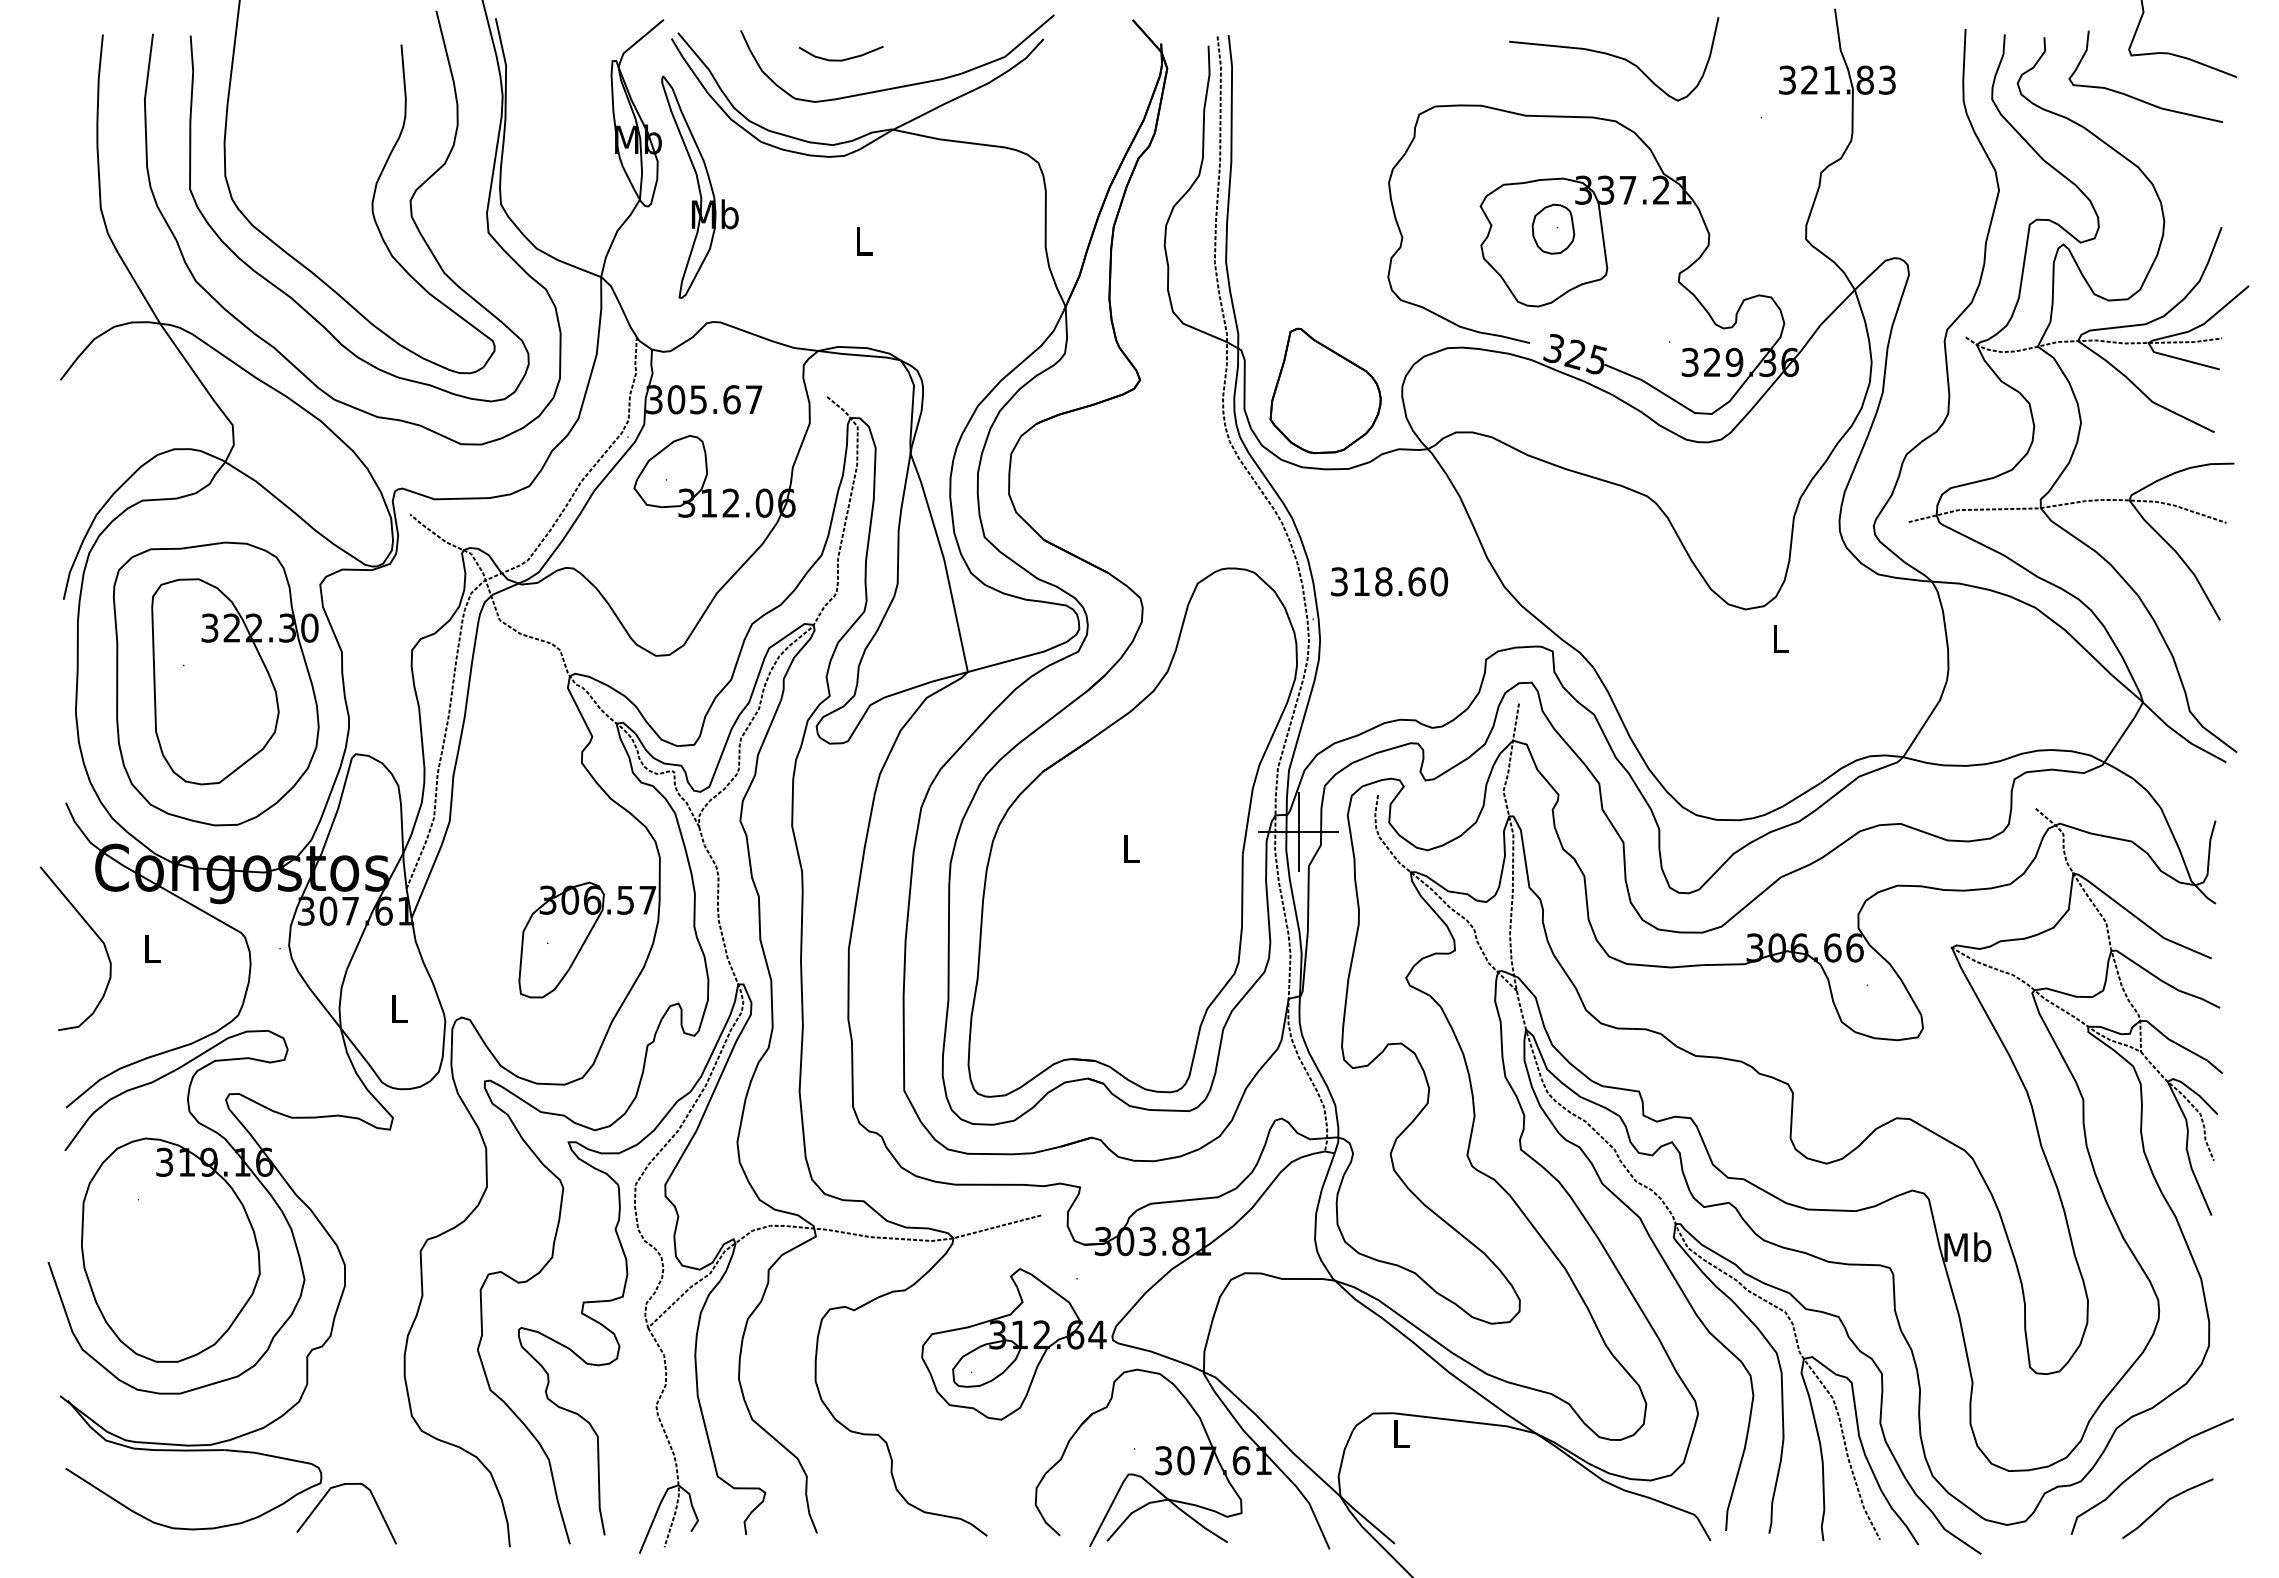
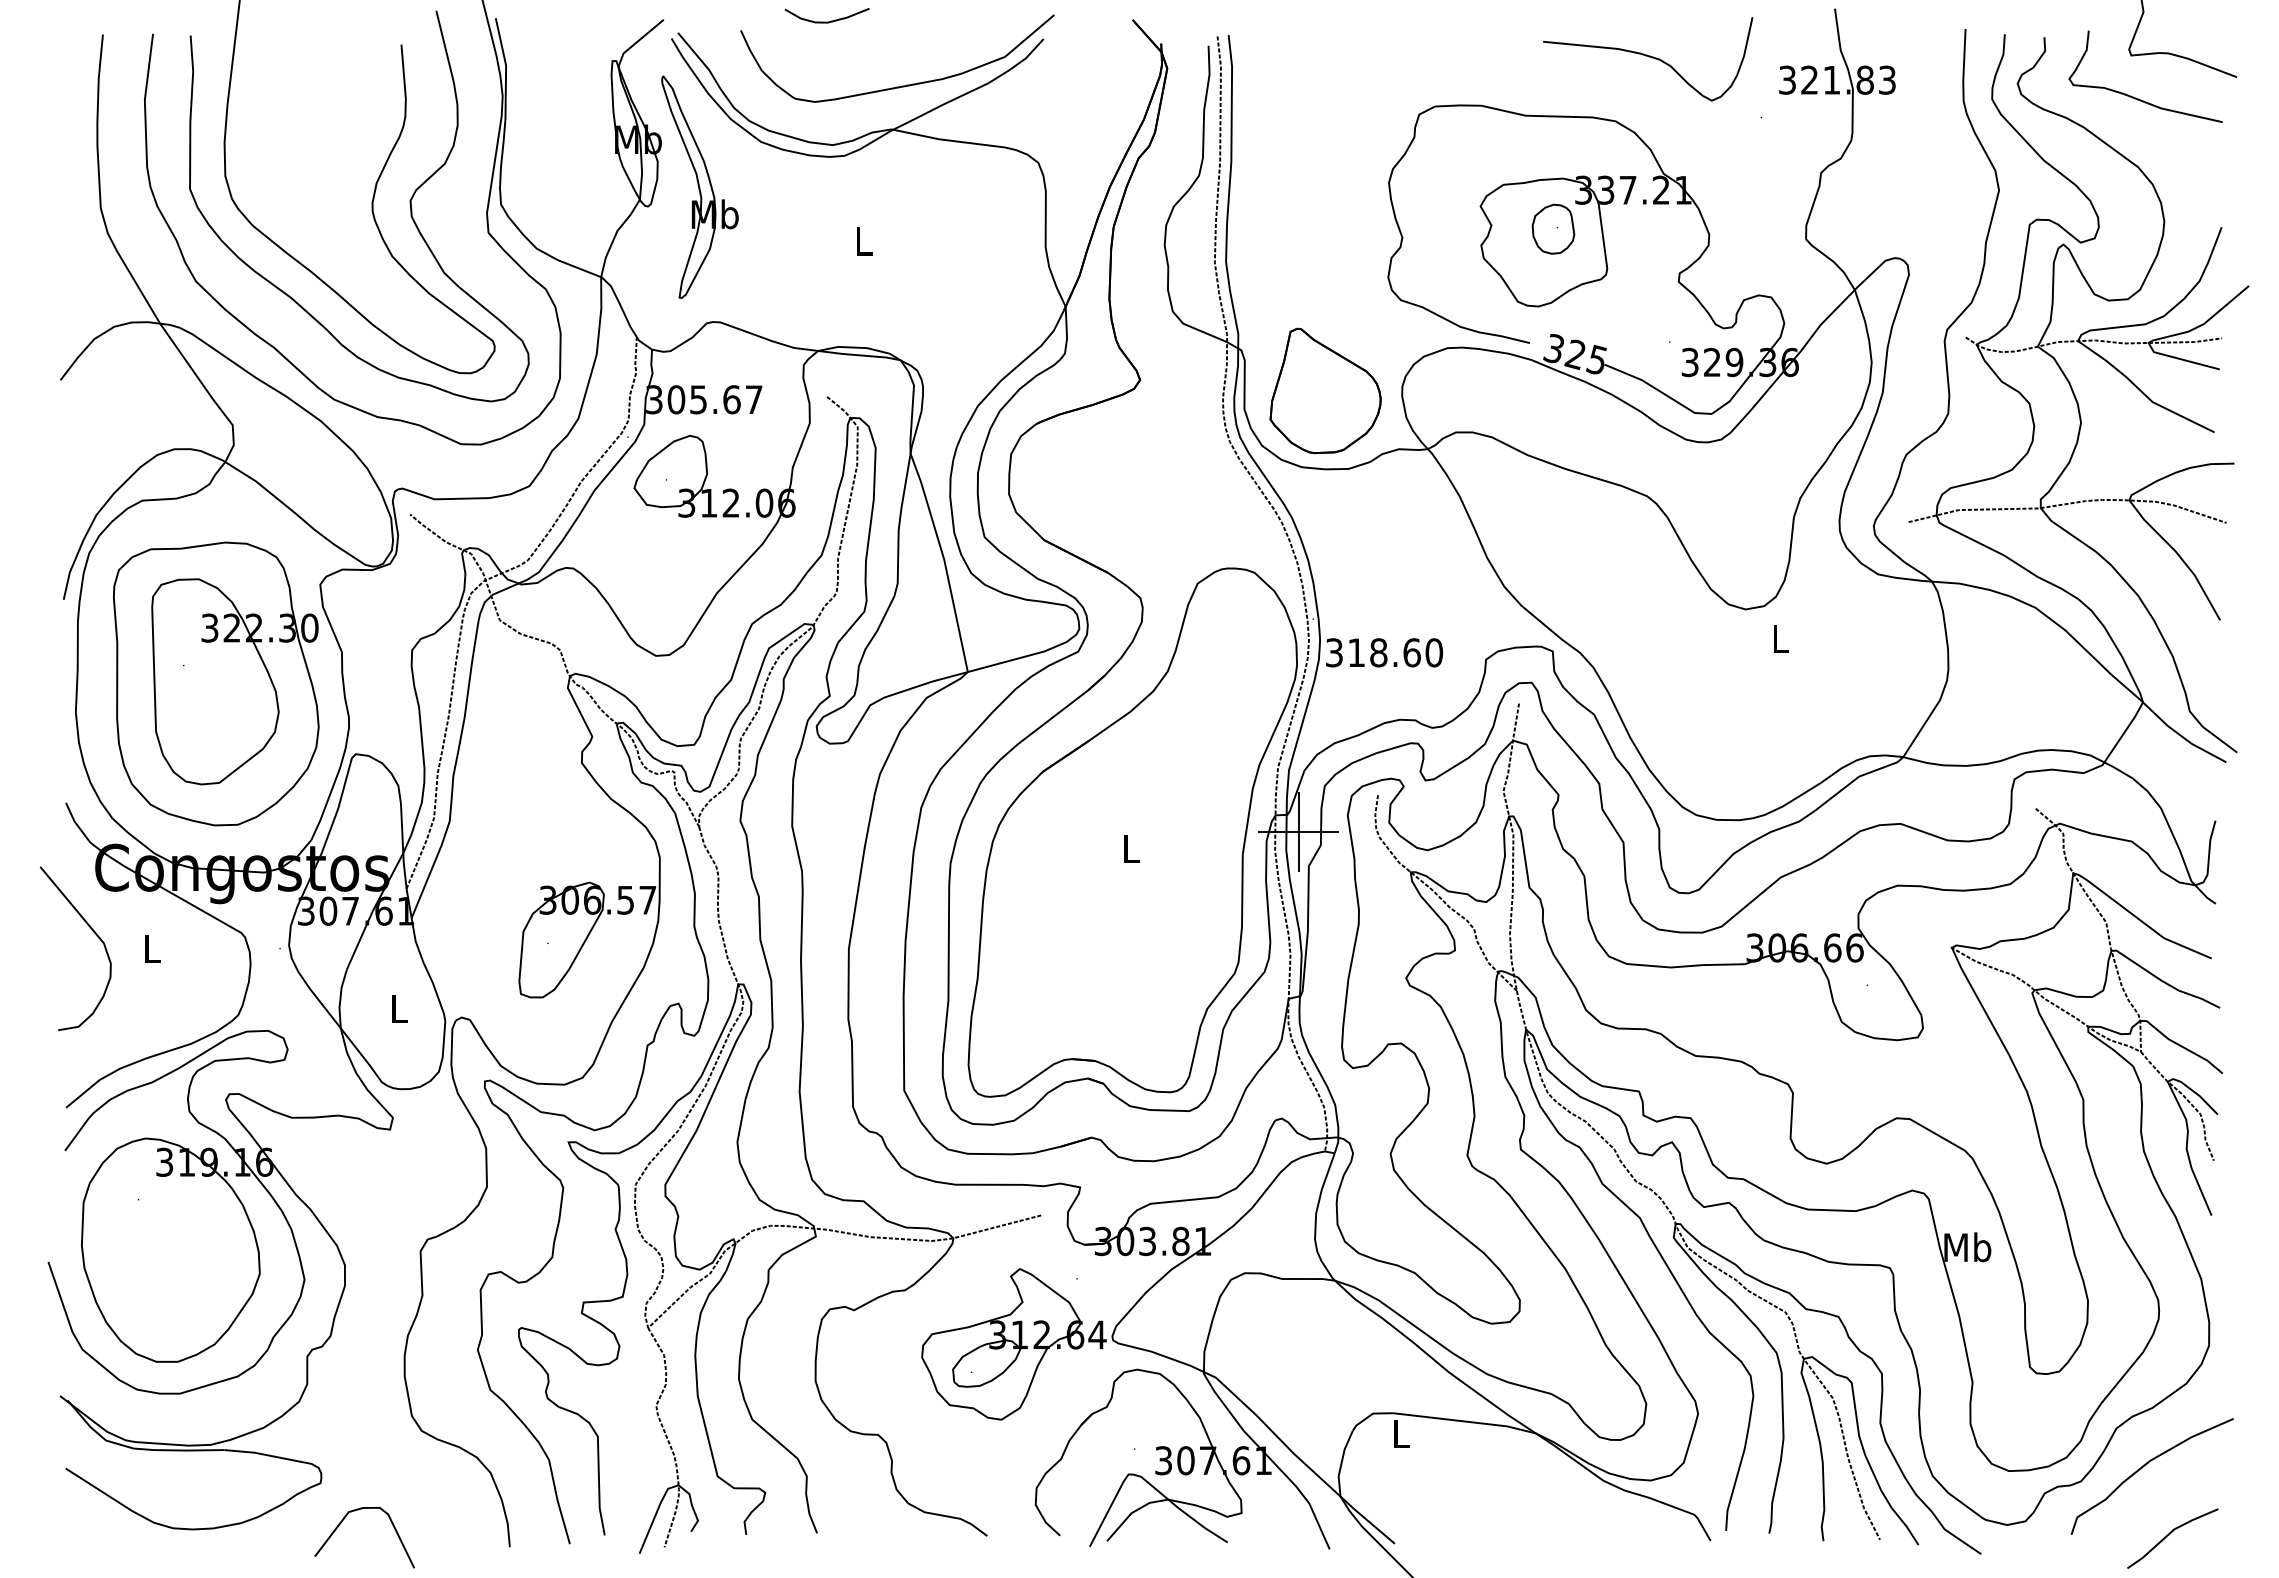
curve at (1614, 57) position: (1614, 57) -> (1648, 57)
curve at (840, 59) position: (840, 59) -> (826, 21)
text at (1389, 581) position: (1389, 581) -> (1384, 652)
curve at (324, 1498) position: (324, 1498) -> (342, 1522)
line at (2164, 1505) position: (2164, 1505) -> (2169, 1535)
